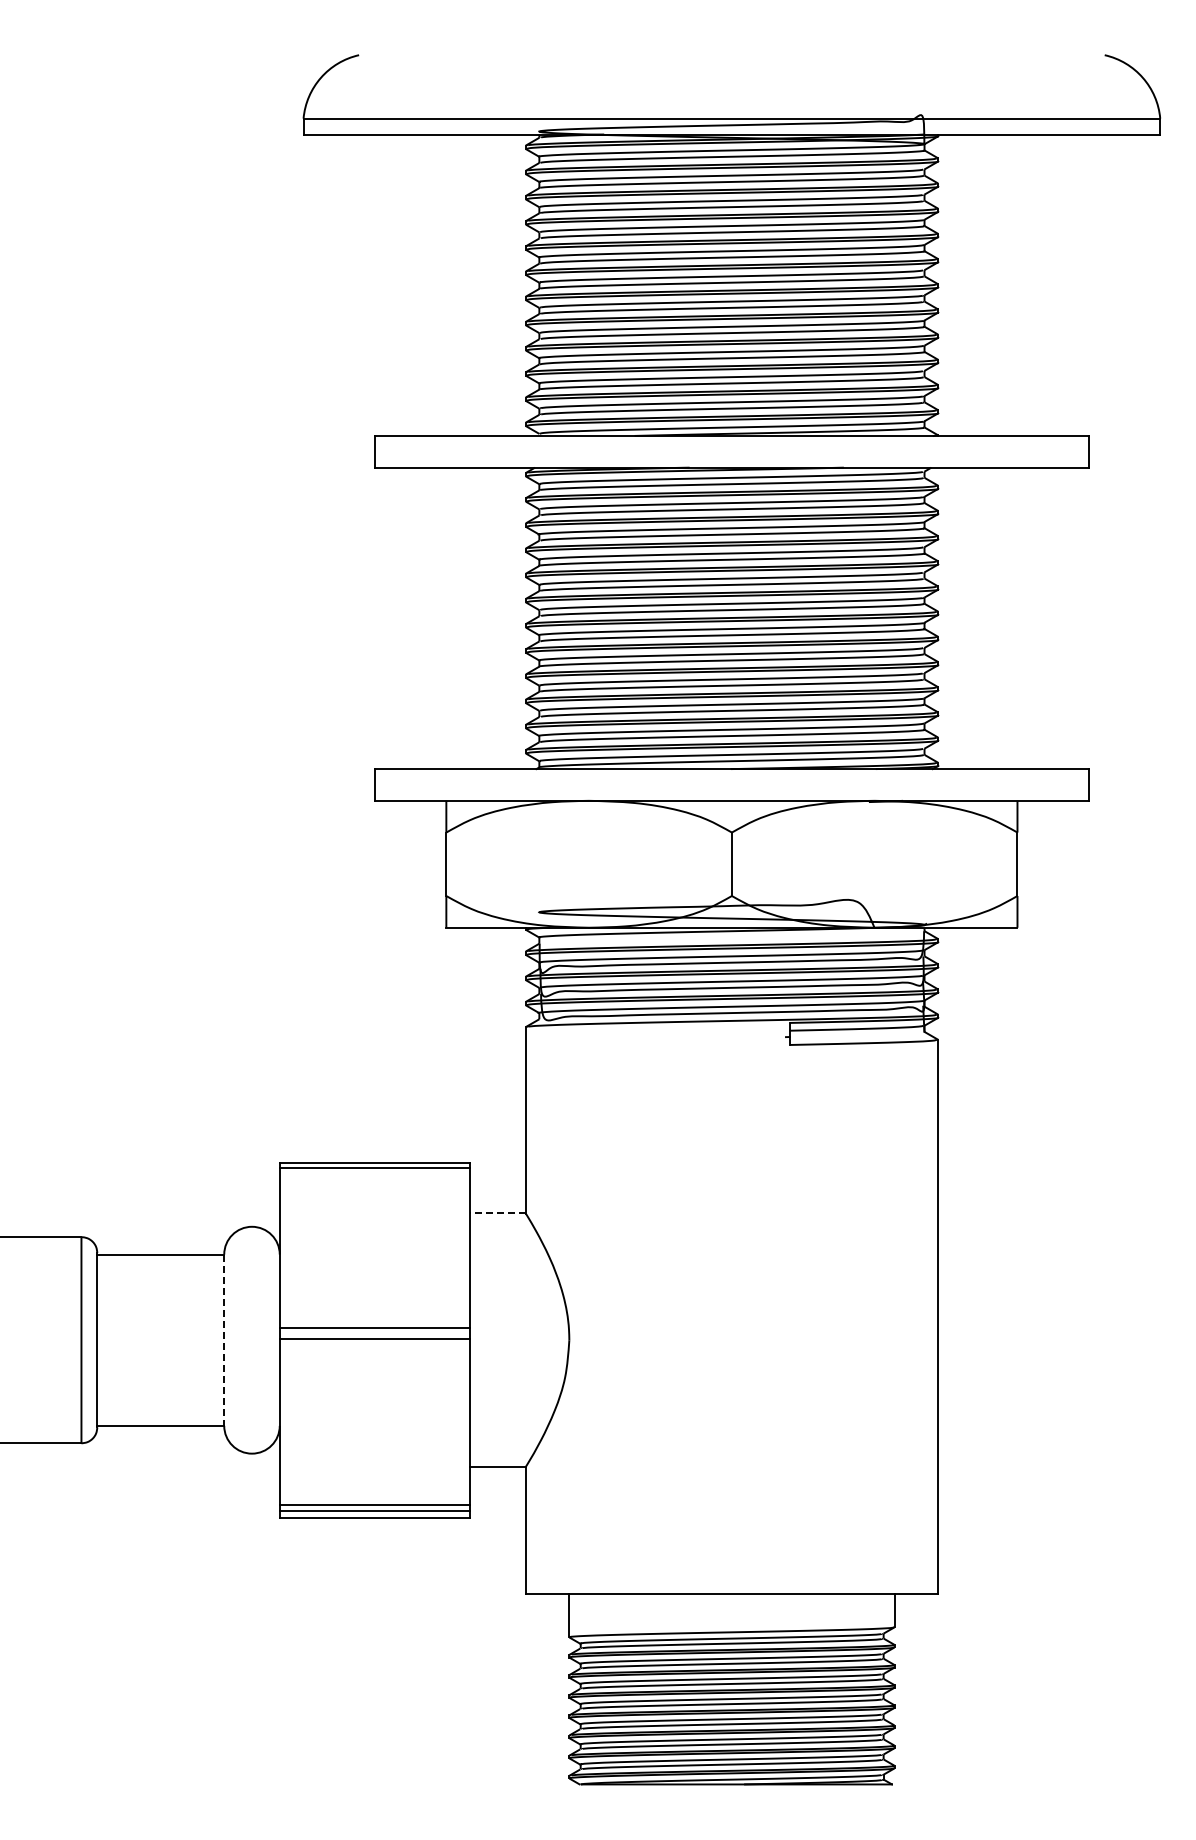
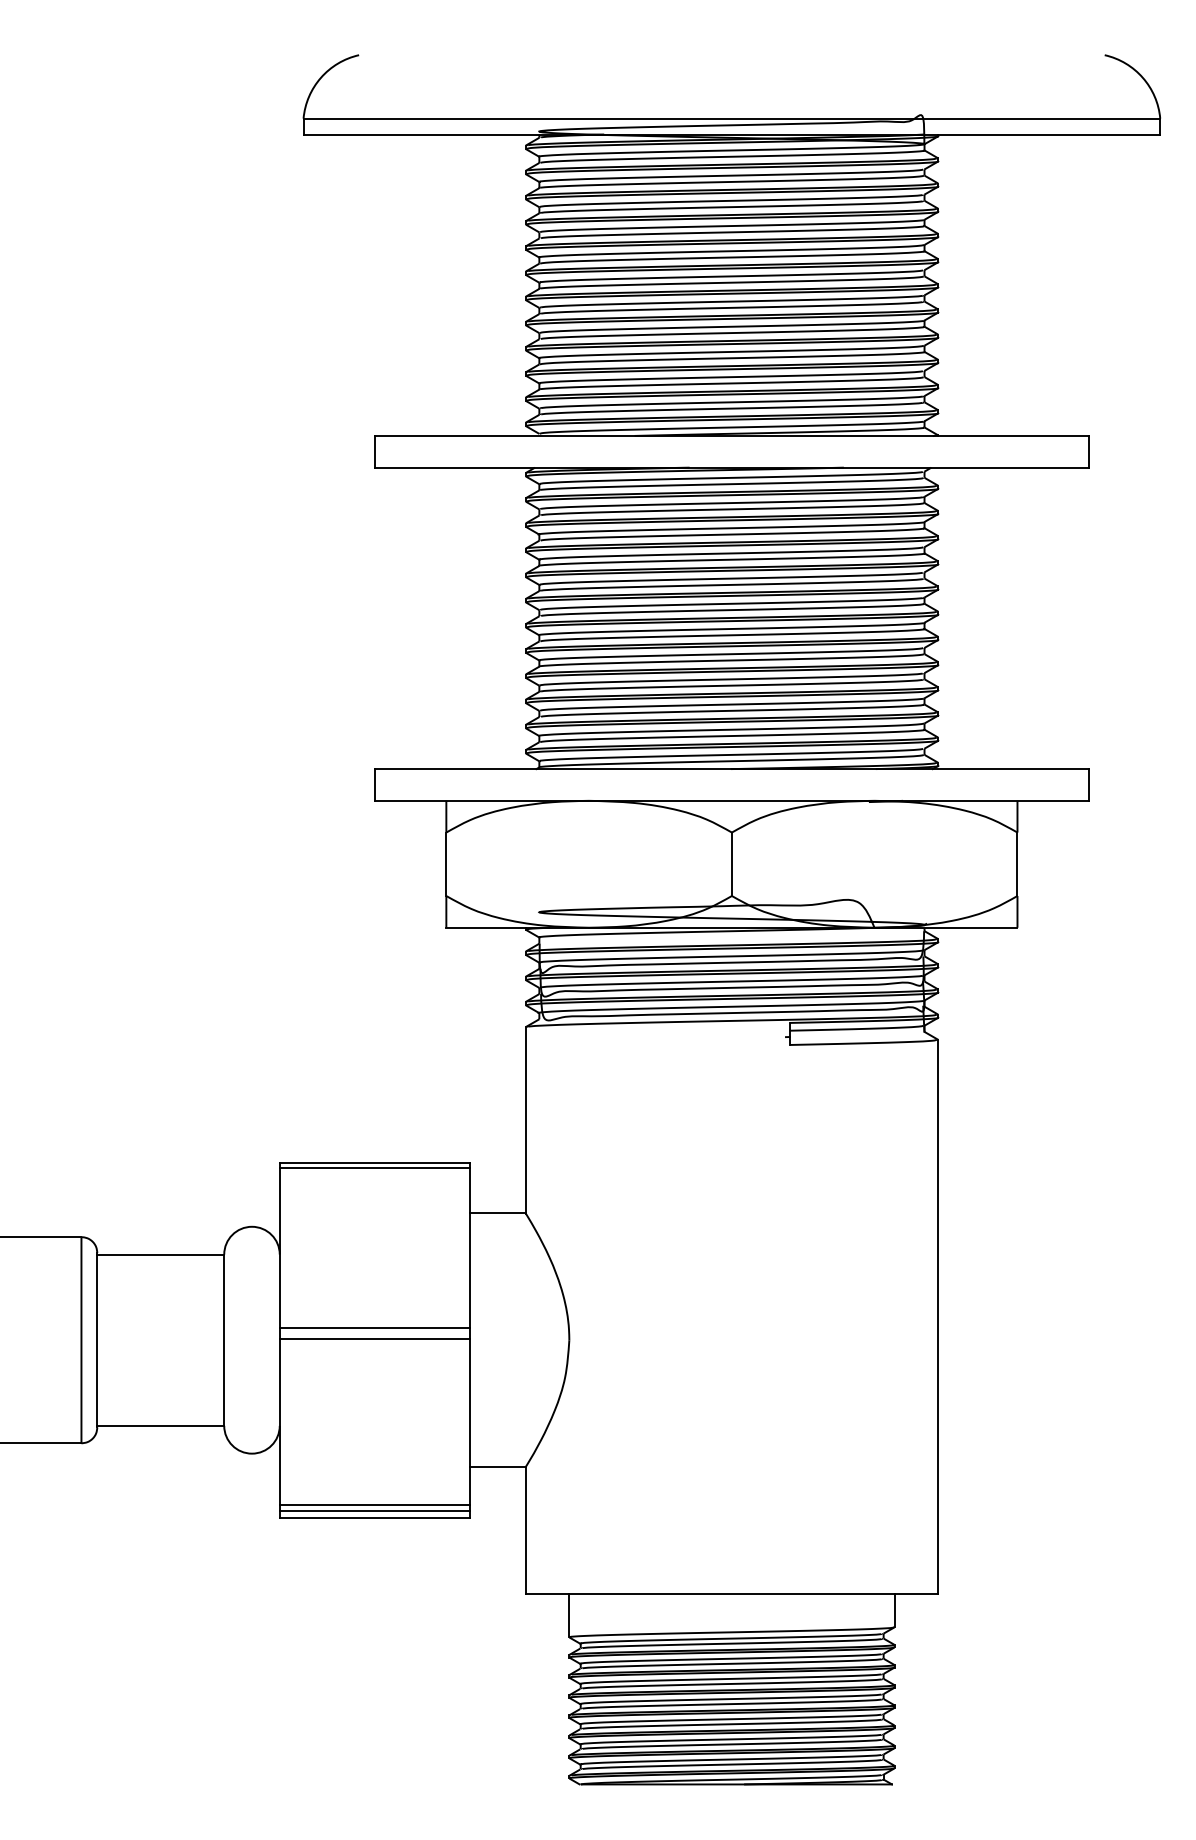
line at (498, 1213): dashed -> solid
line at (224, 1340): dashed -> solid
